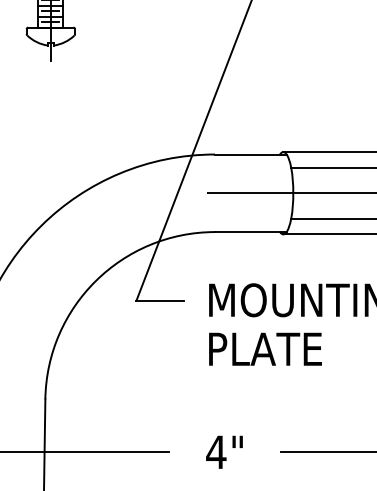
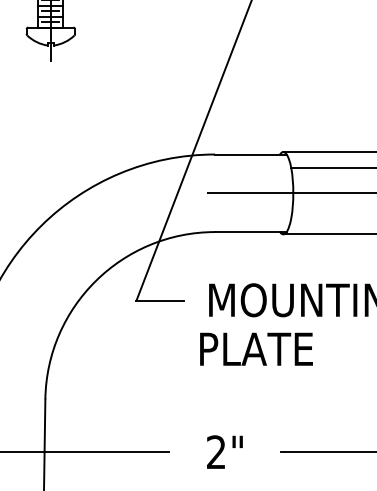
line at (331, 218): present -> none
text at (265, 348) position: (265, 348) -> (256, 348)
text at (216, 451): 4" -> 2"
